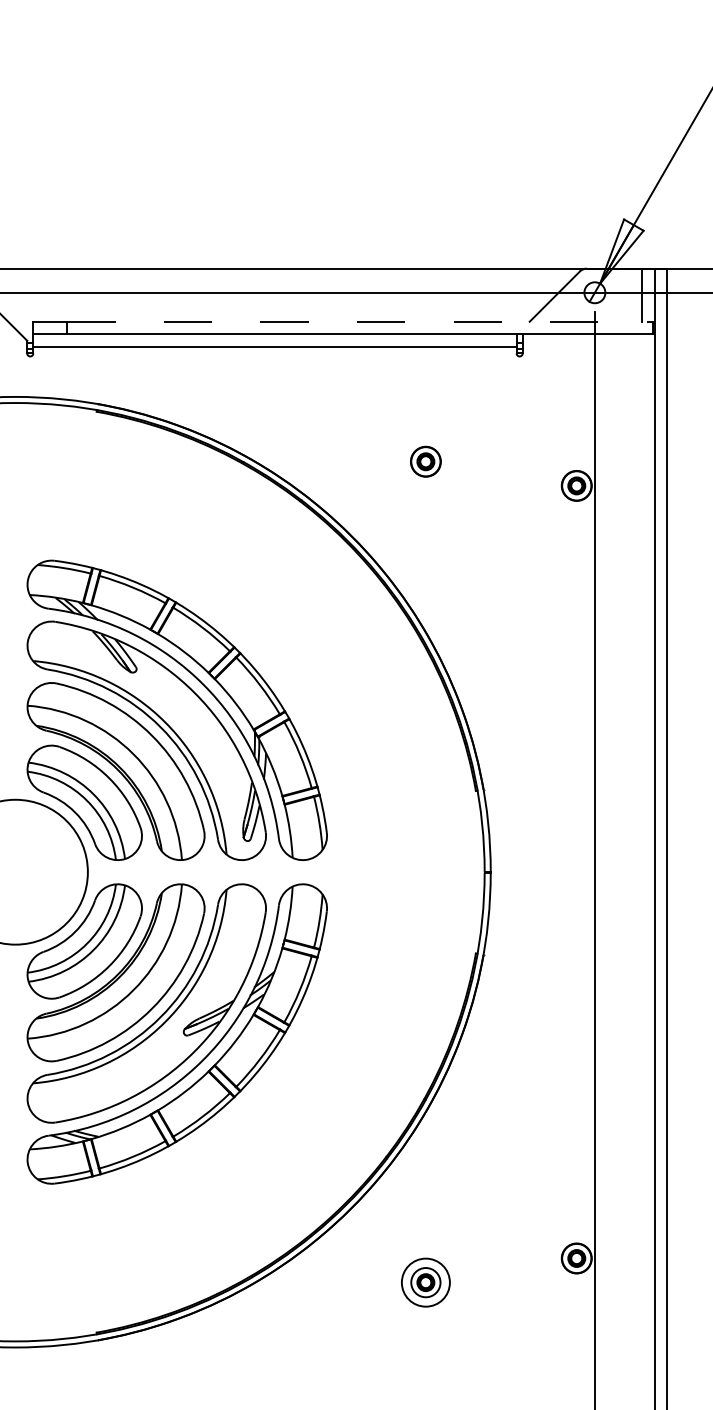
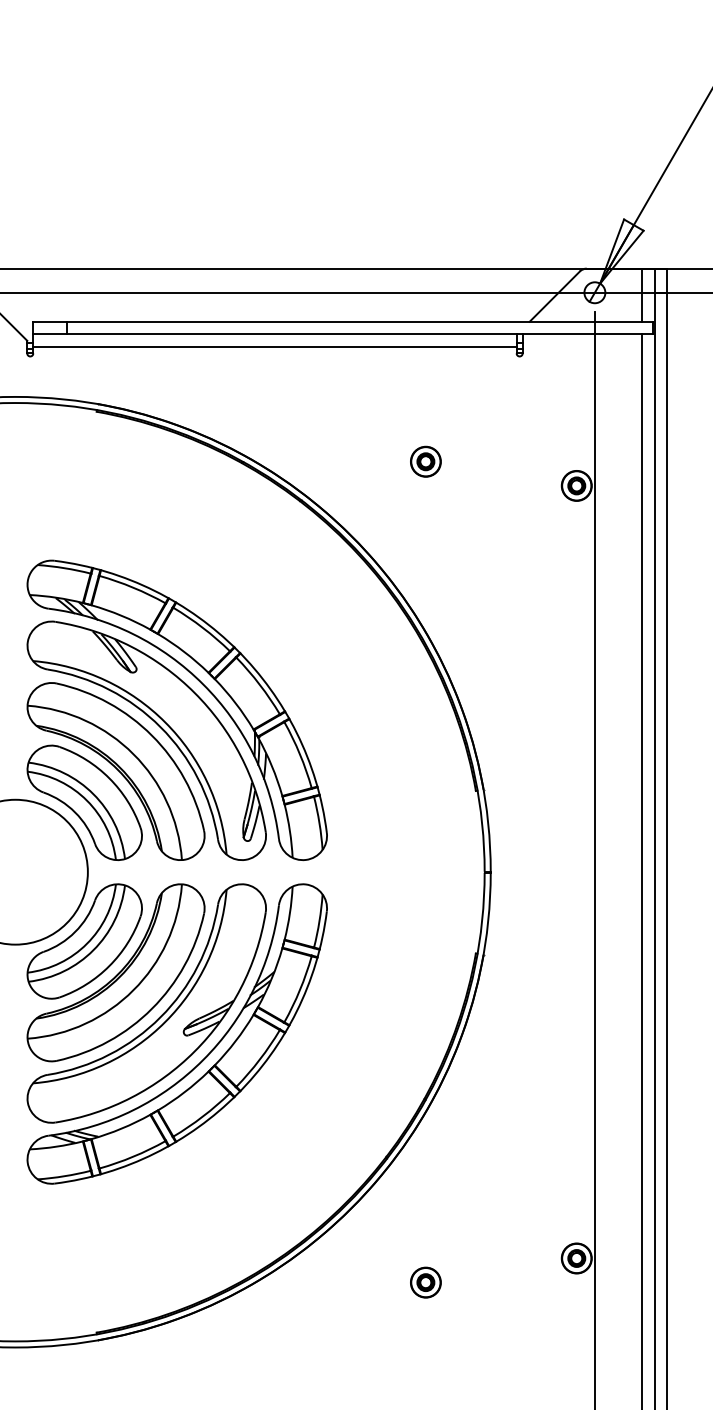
line at (360, 321): dashed -> solid
line at (641, 869): none -> present
circle at (425, 1282) diameter: 48 px -> 30 px
